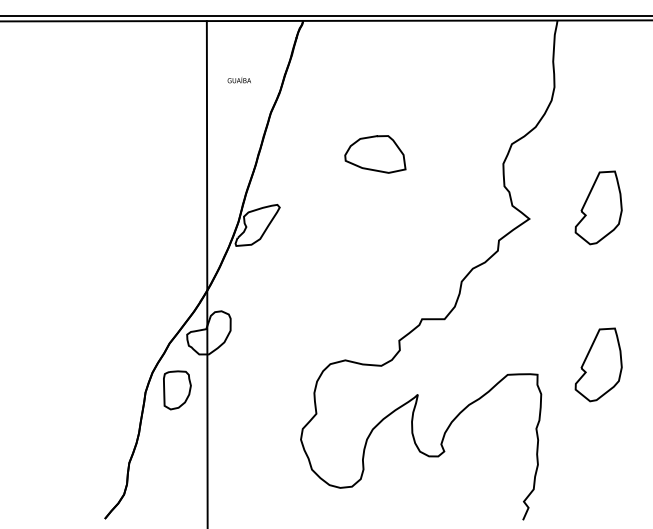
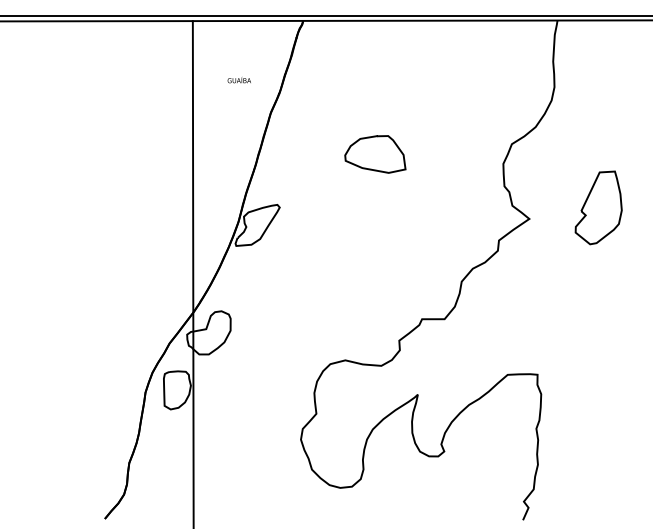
line at (206, 273) position: (206, 273) -> (192, 273)
part at (598, 364): present -> none
